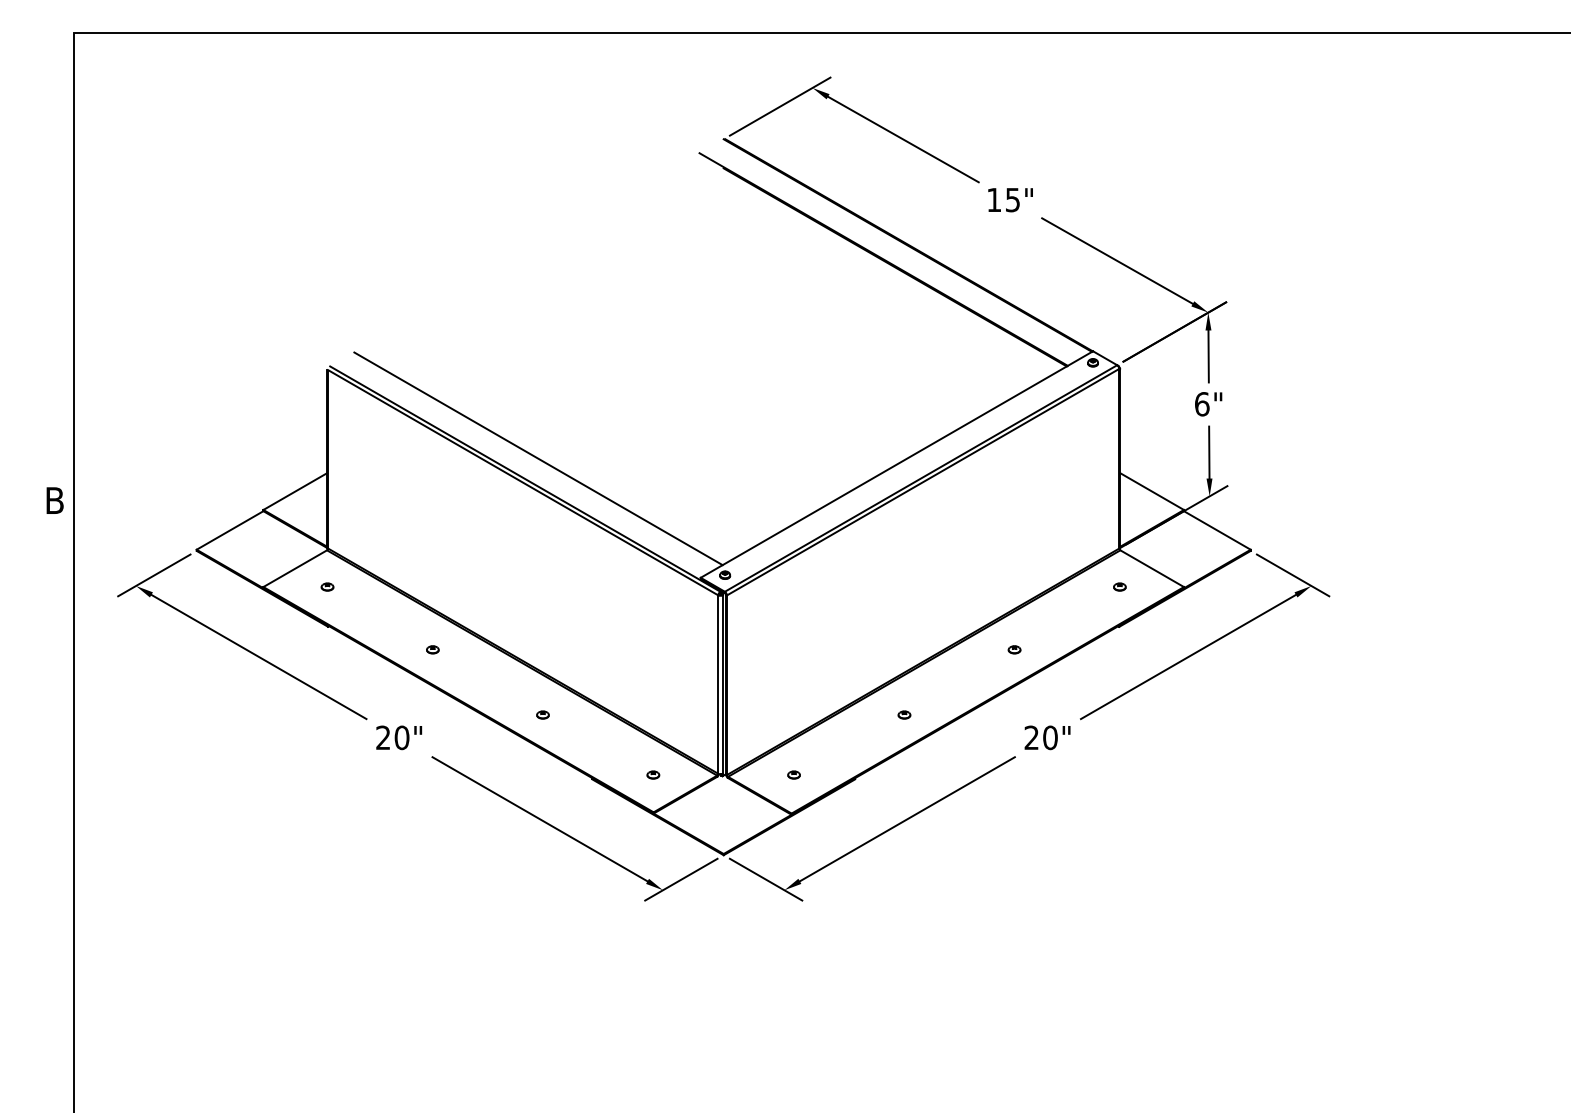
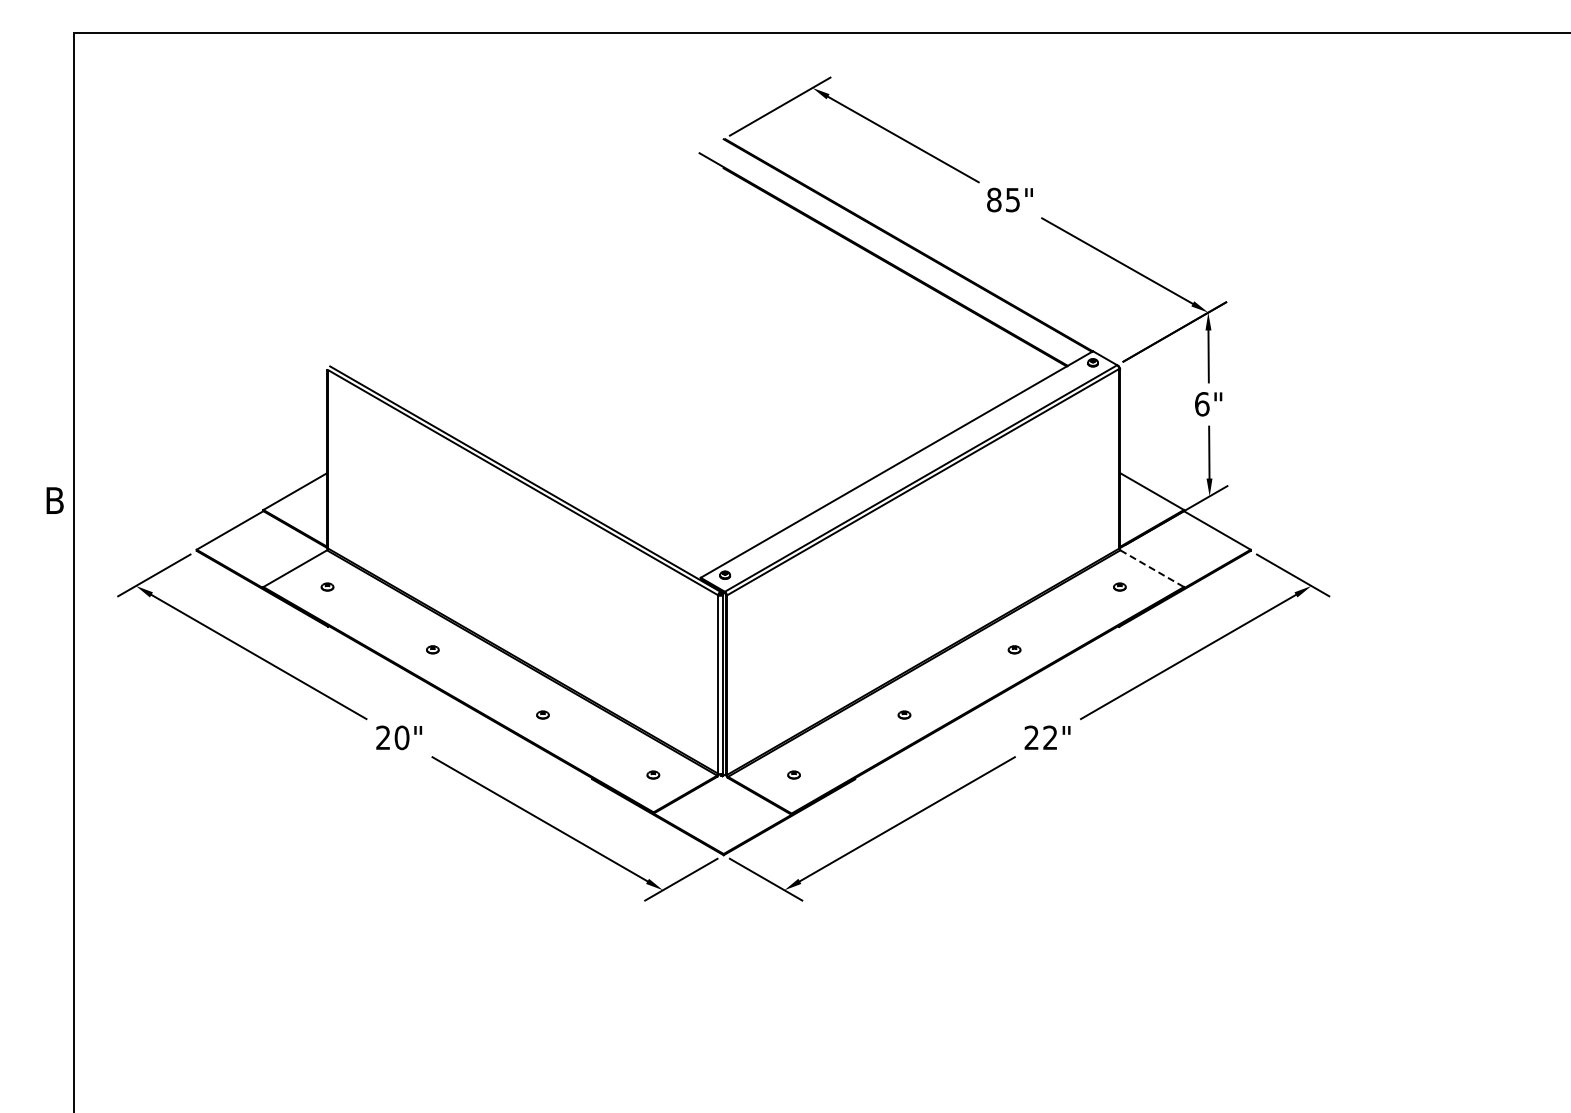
text at (994, 199): 15" -> 85"
line at (538, 458): present -> none
line at (1152, 568): solid -> dashed
text at (1050, 737): 20" -> 22"
